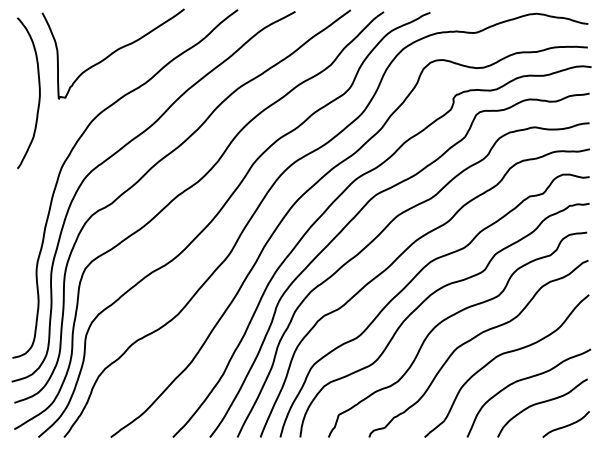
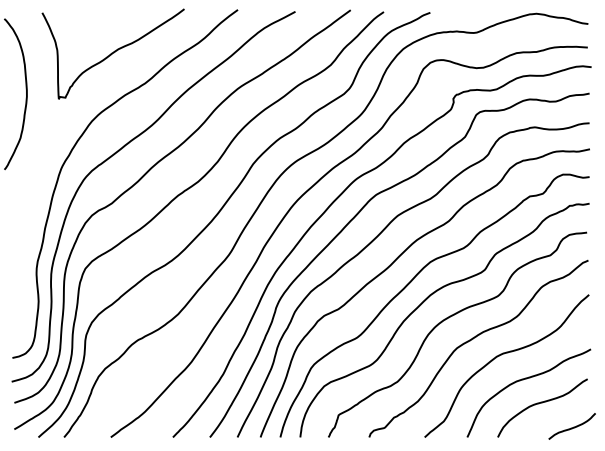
curve at (38, 97) position: (38, 97) -> (25, 98)
curve at (565, 425) position: (565, 425) -> (571, 427)
